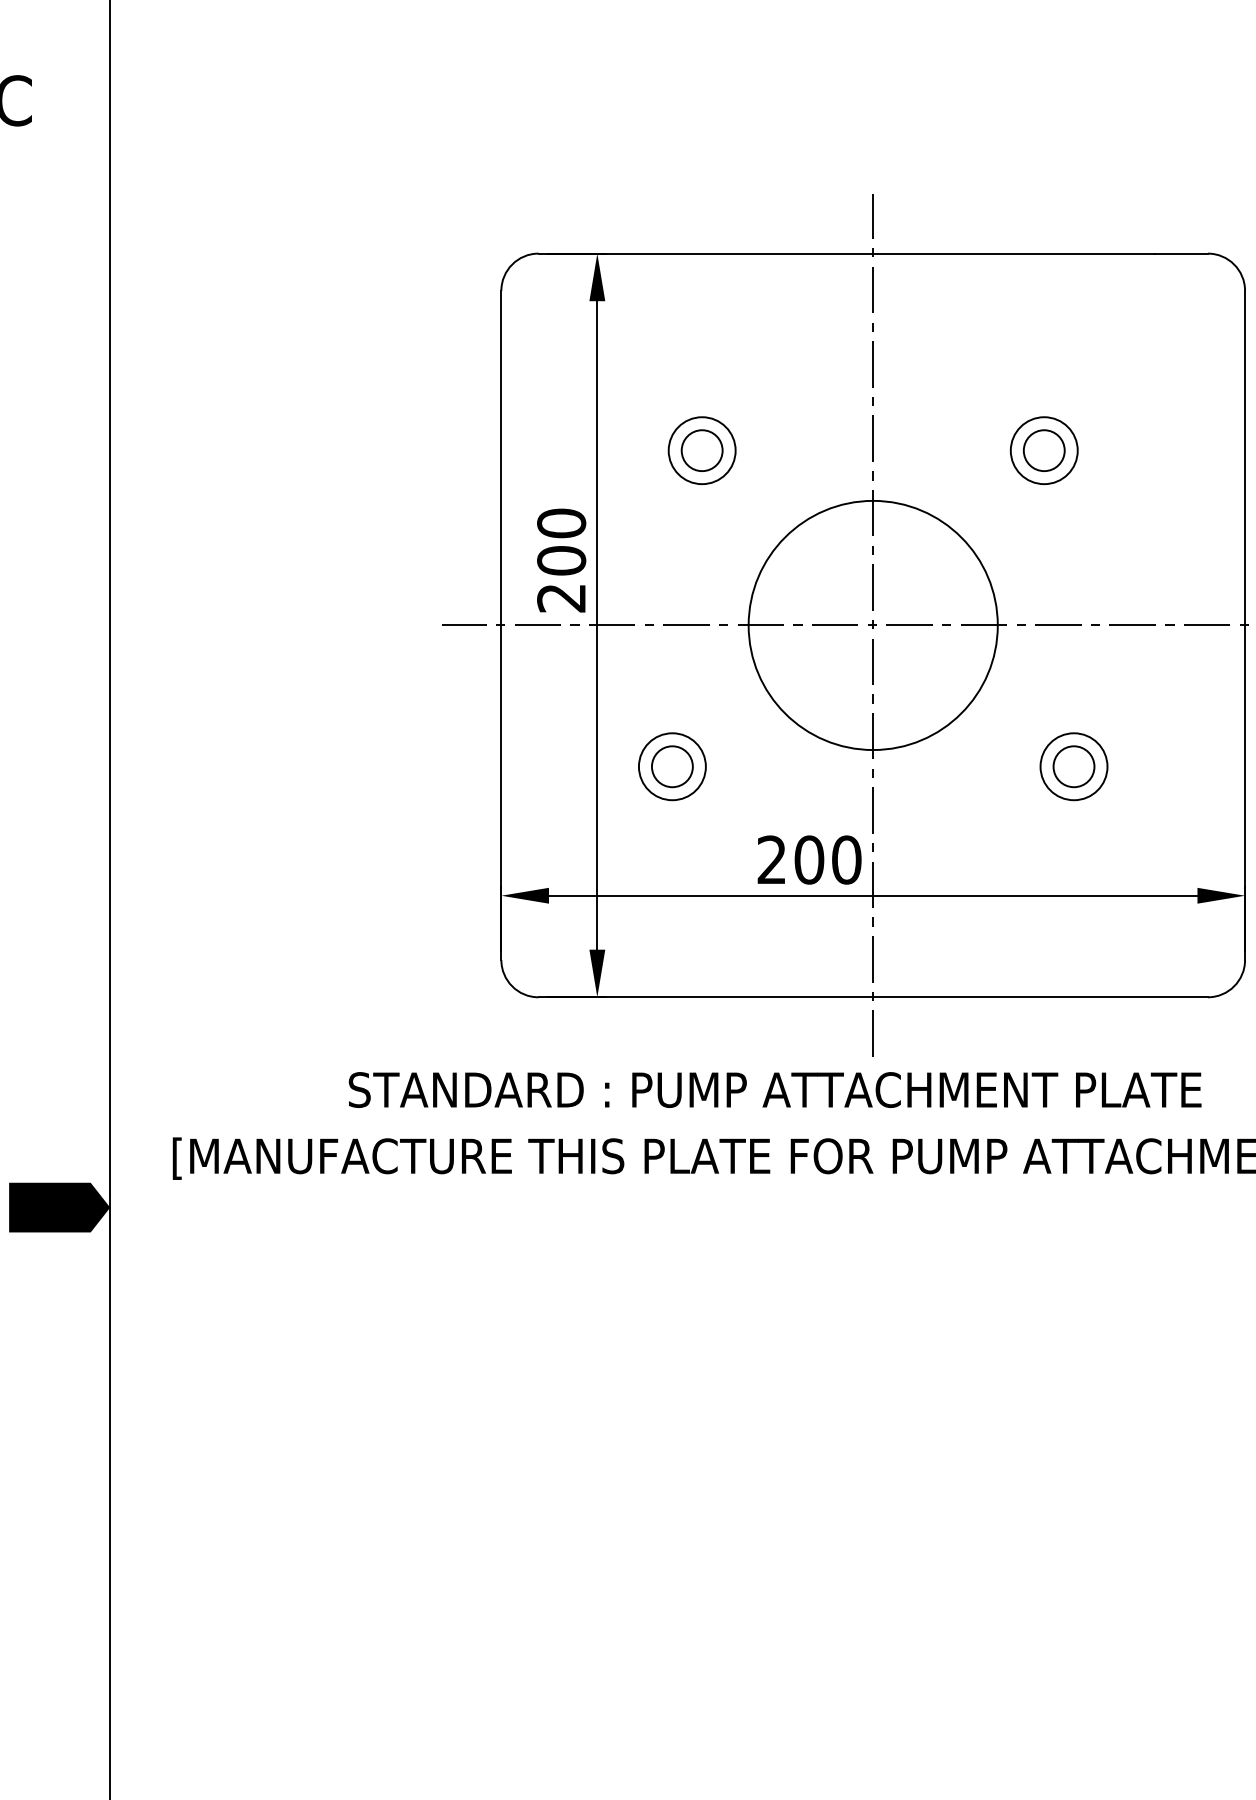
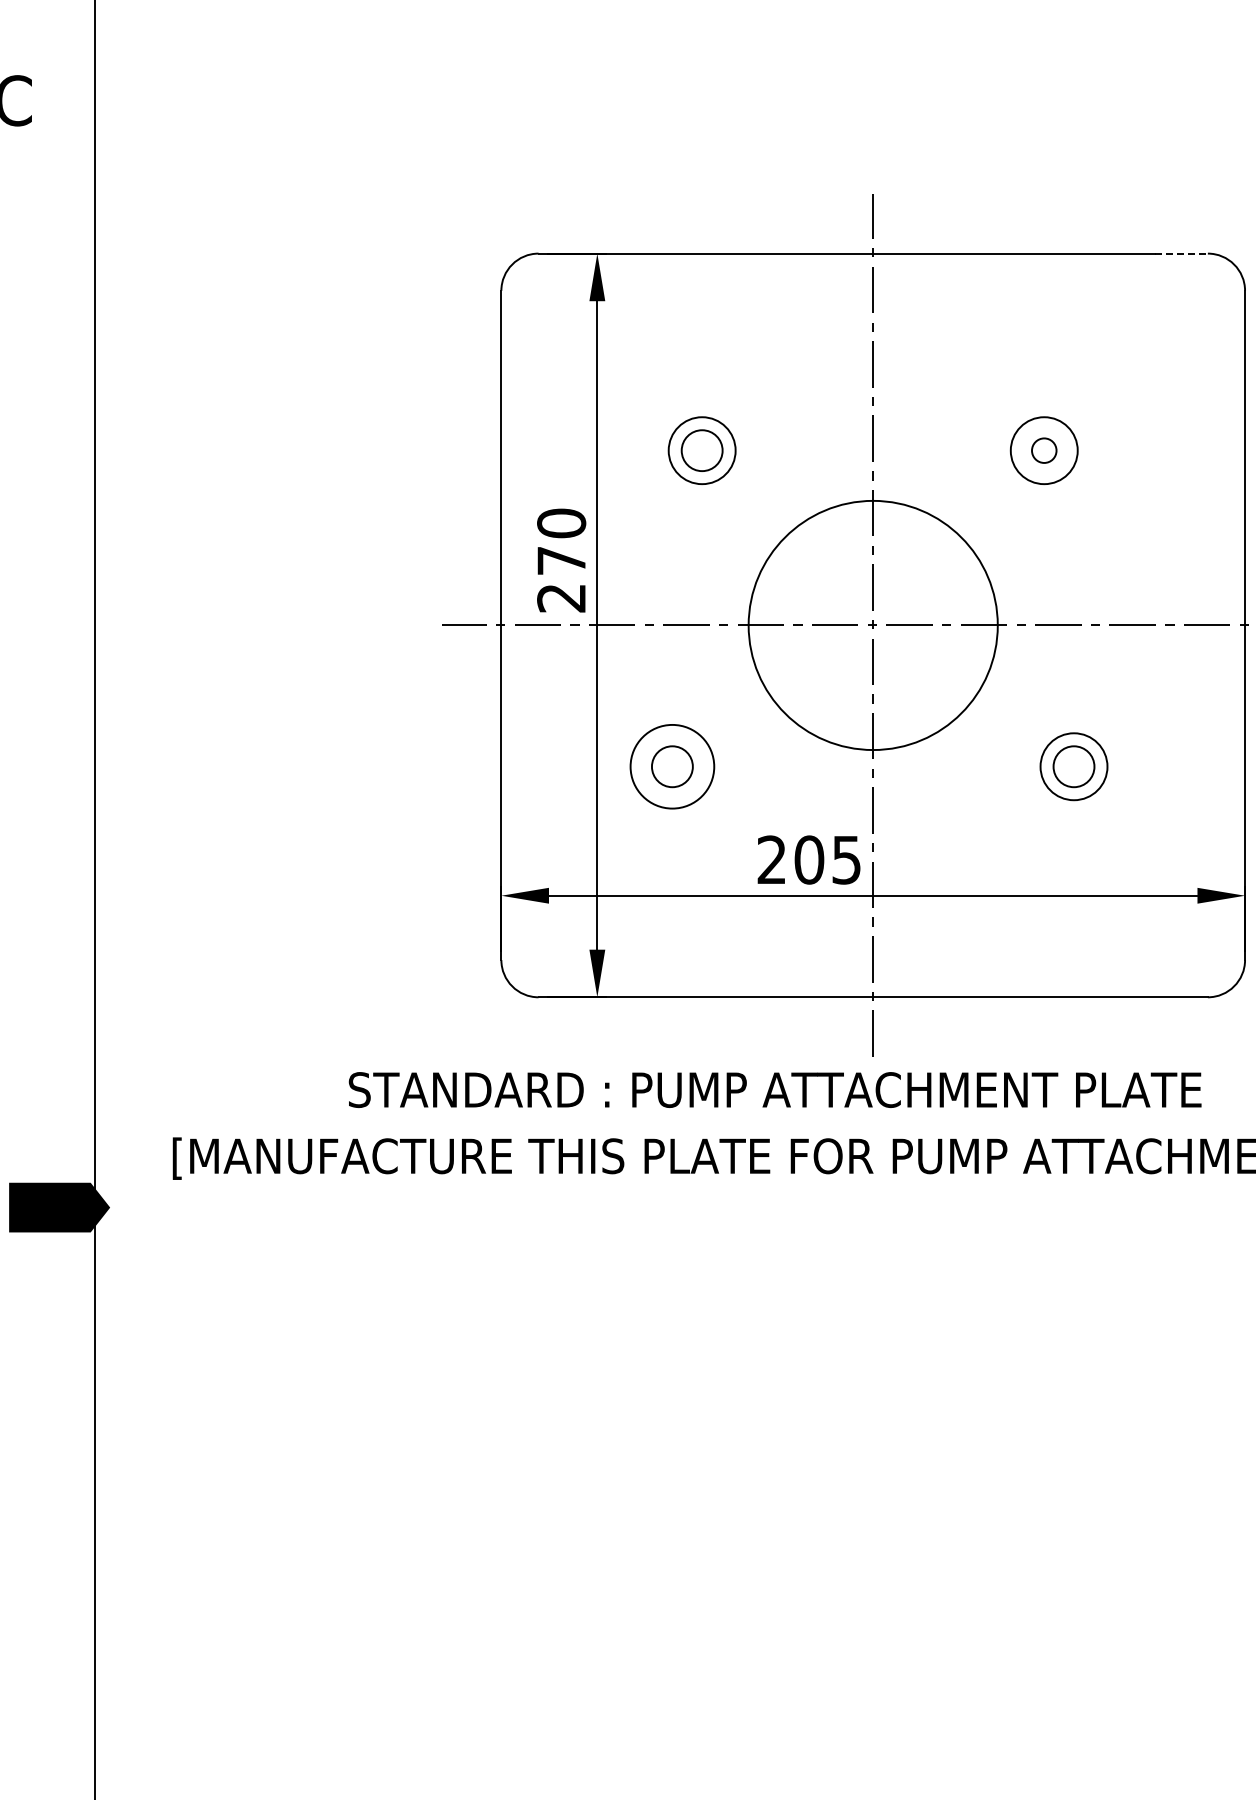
line at (1182, 253): solid -> dashed
circle at (1043, 450) diameter: 41 px -> 25 px
text at (561, 560): 200 -> 270
circle at (671, 766) diameter: 67 px -> 84 px
text at (846, 859): 200 -> 205
line at (110, 899) position: (110, 899) -> (95, 899)
